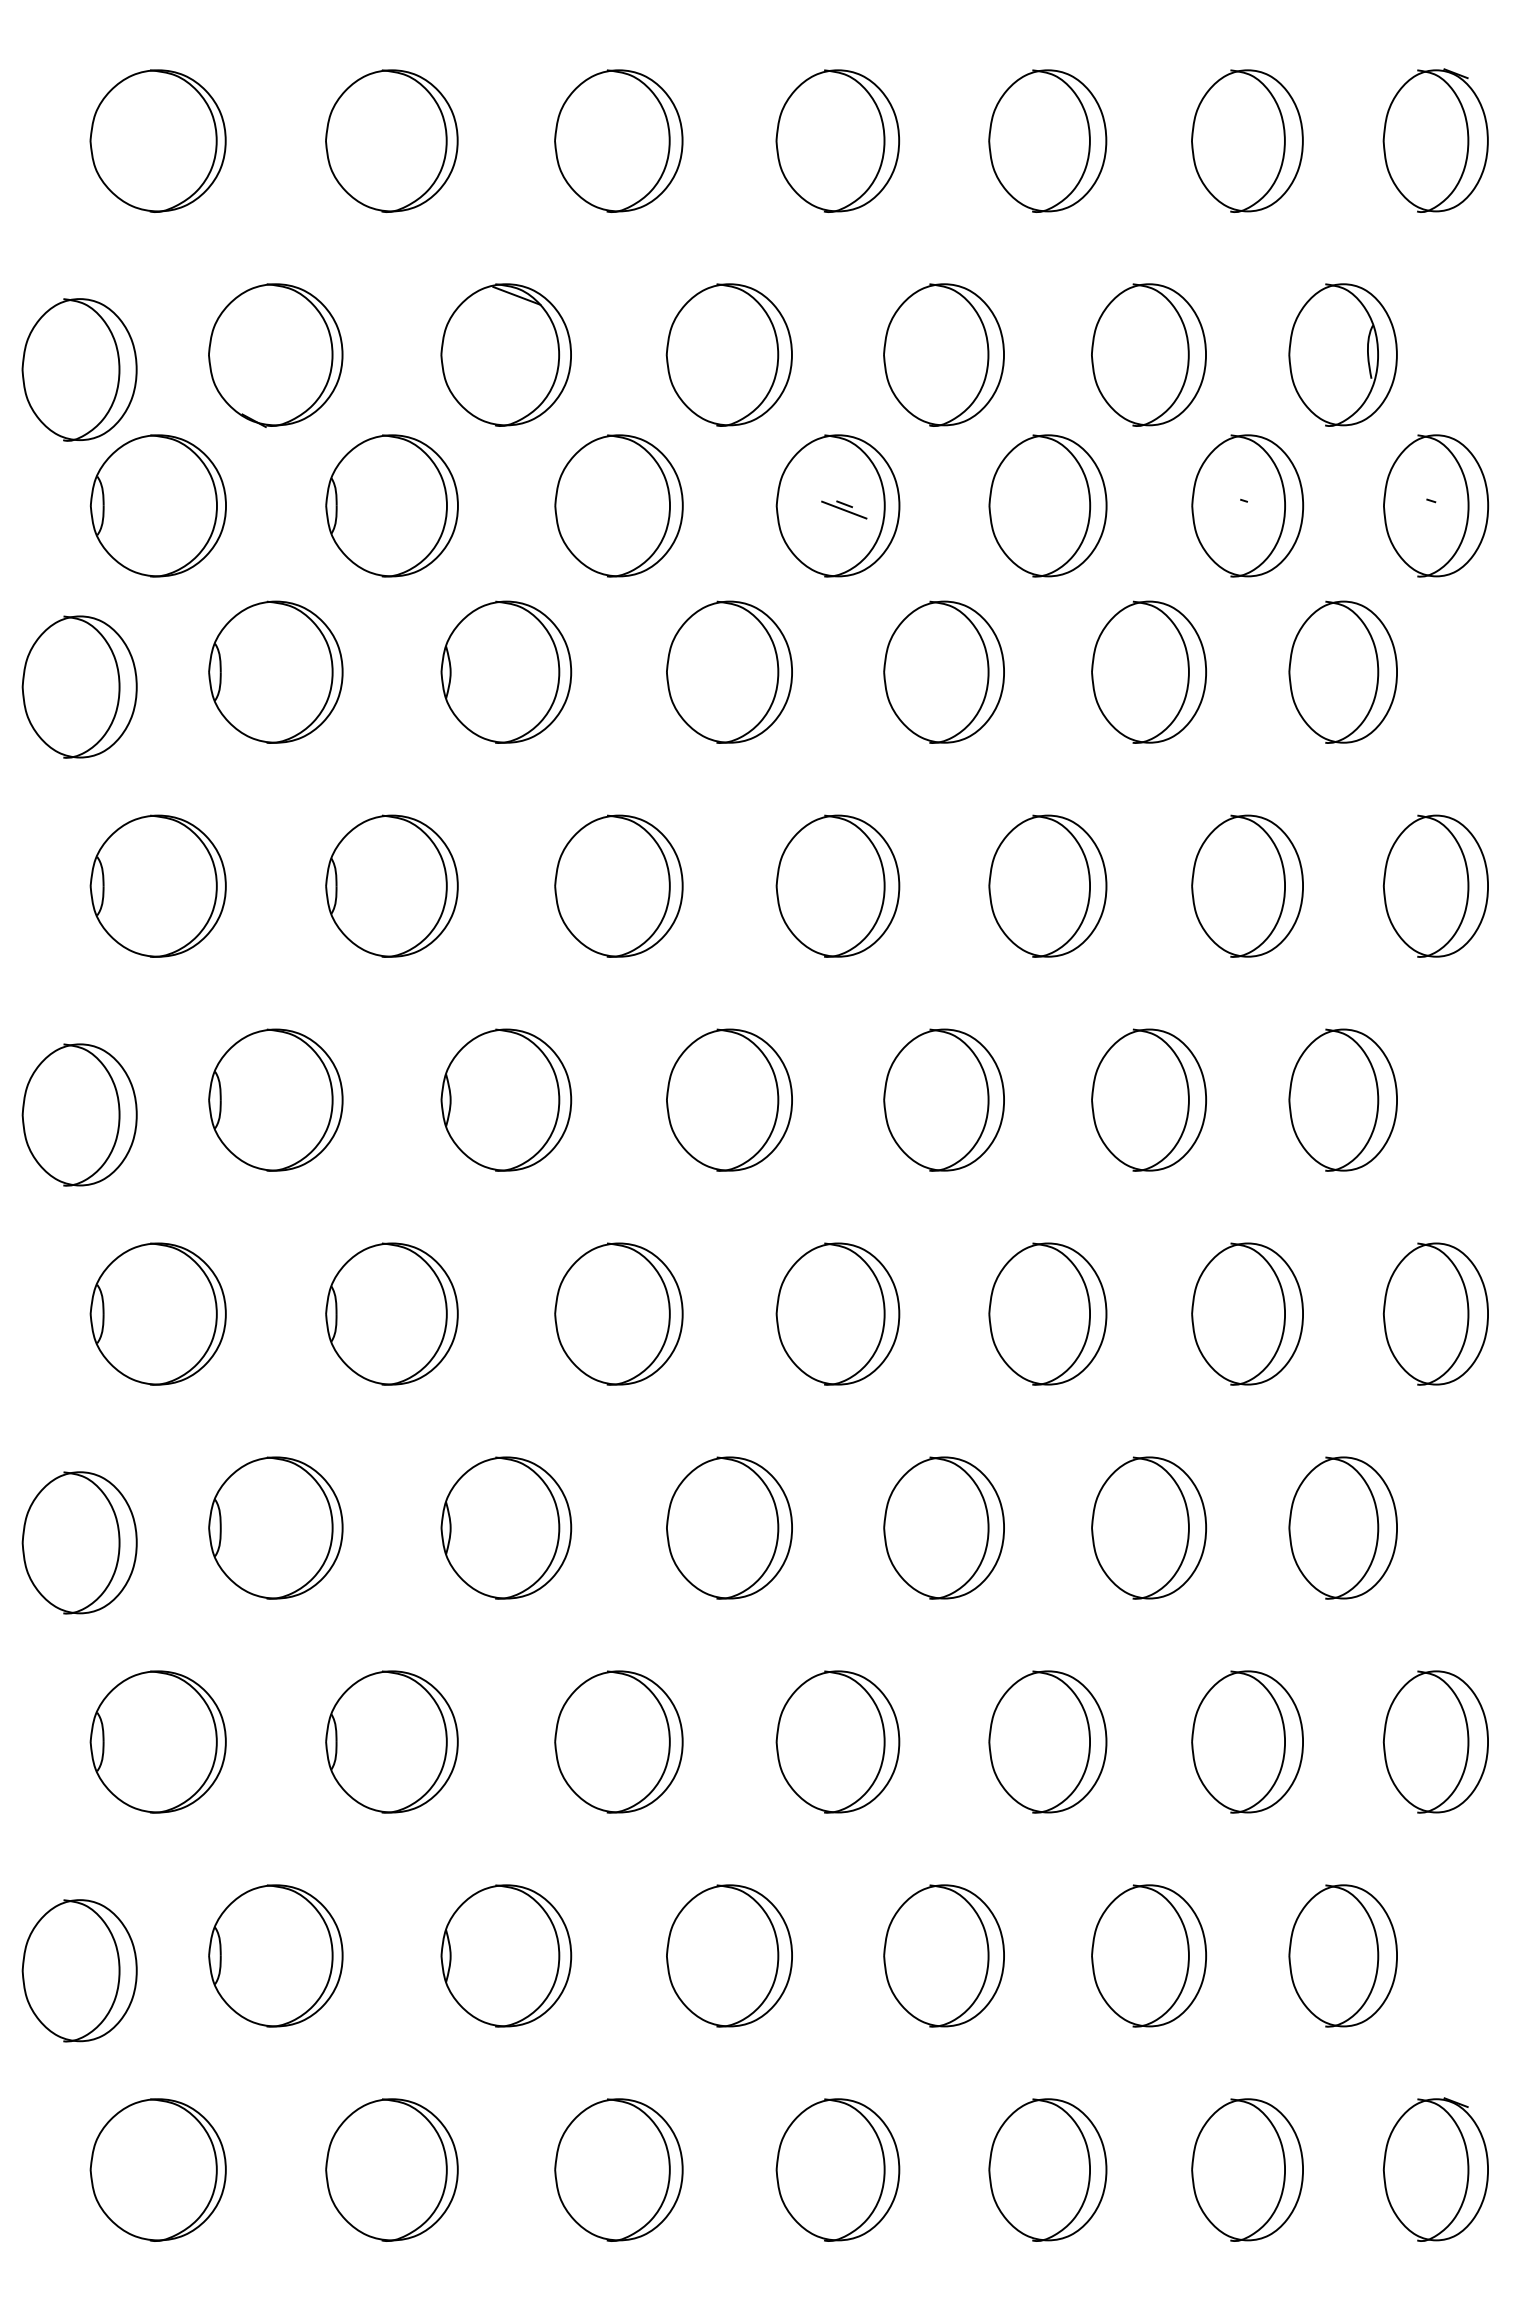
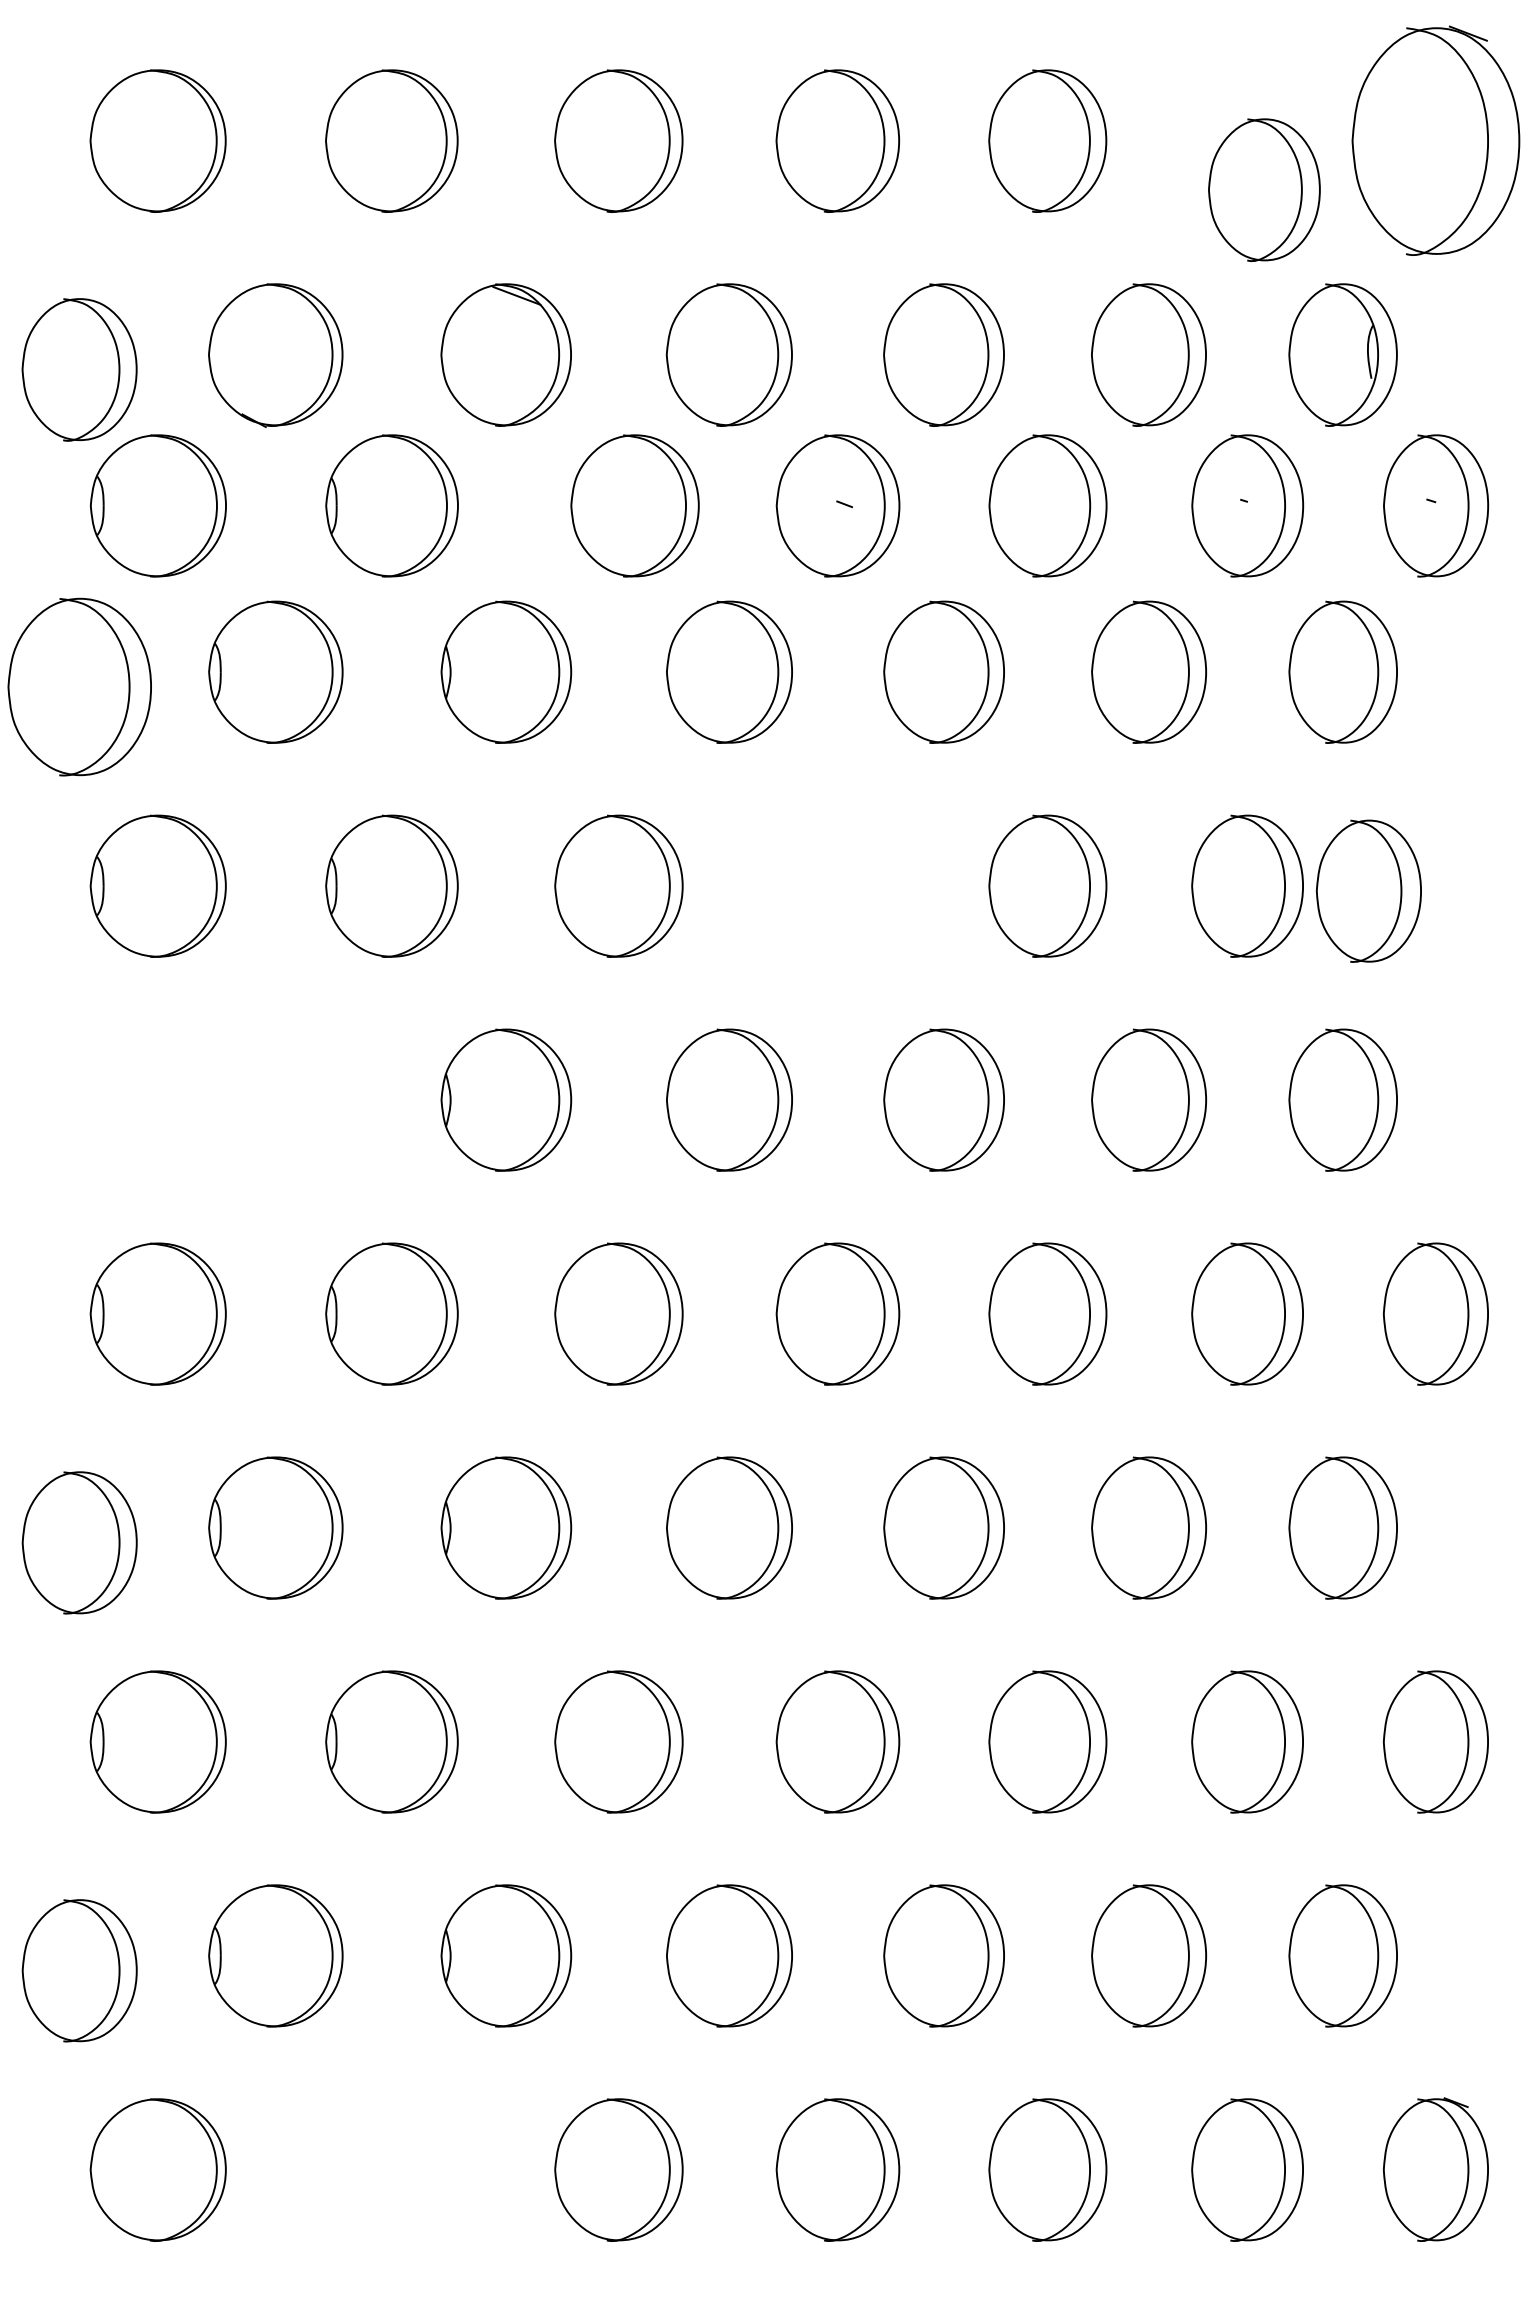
part at (1247, 140) position: (1247, 140) -> (1264, 189)
part at (1435, 140) size: 107x145 px -> 170x231 px
part at (618, 505) position: (618, 505) -> (634, 505)
line at (844, 509): present -> none
part at (79, 686) size: 117x144 px -> 145x180 px
part at (837, 885): present -> none
part at (1435, 885) position: (1435, 885) -> (1368, 890)
part at (275, 1099): present -> none
part at (79, 1114): present -> none
part at (391, 2169): present -> none
